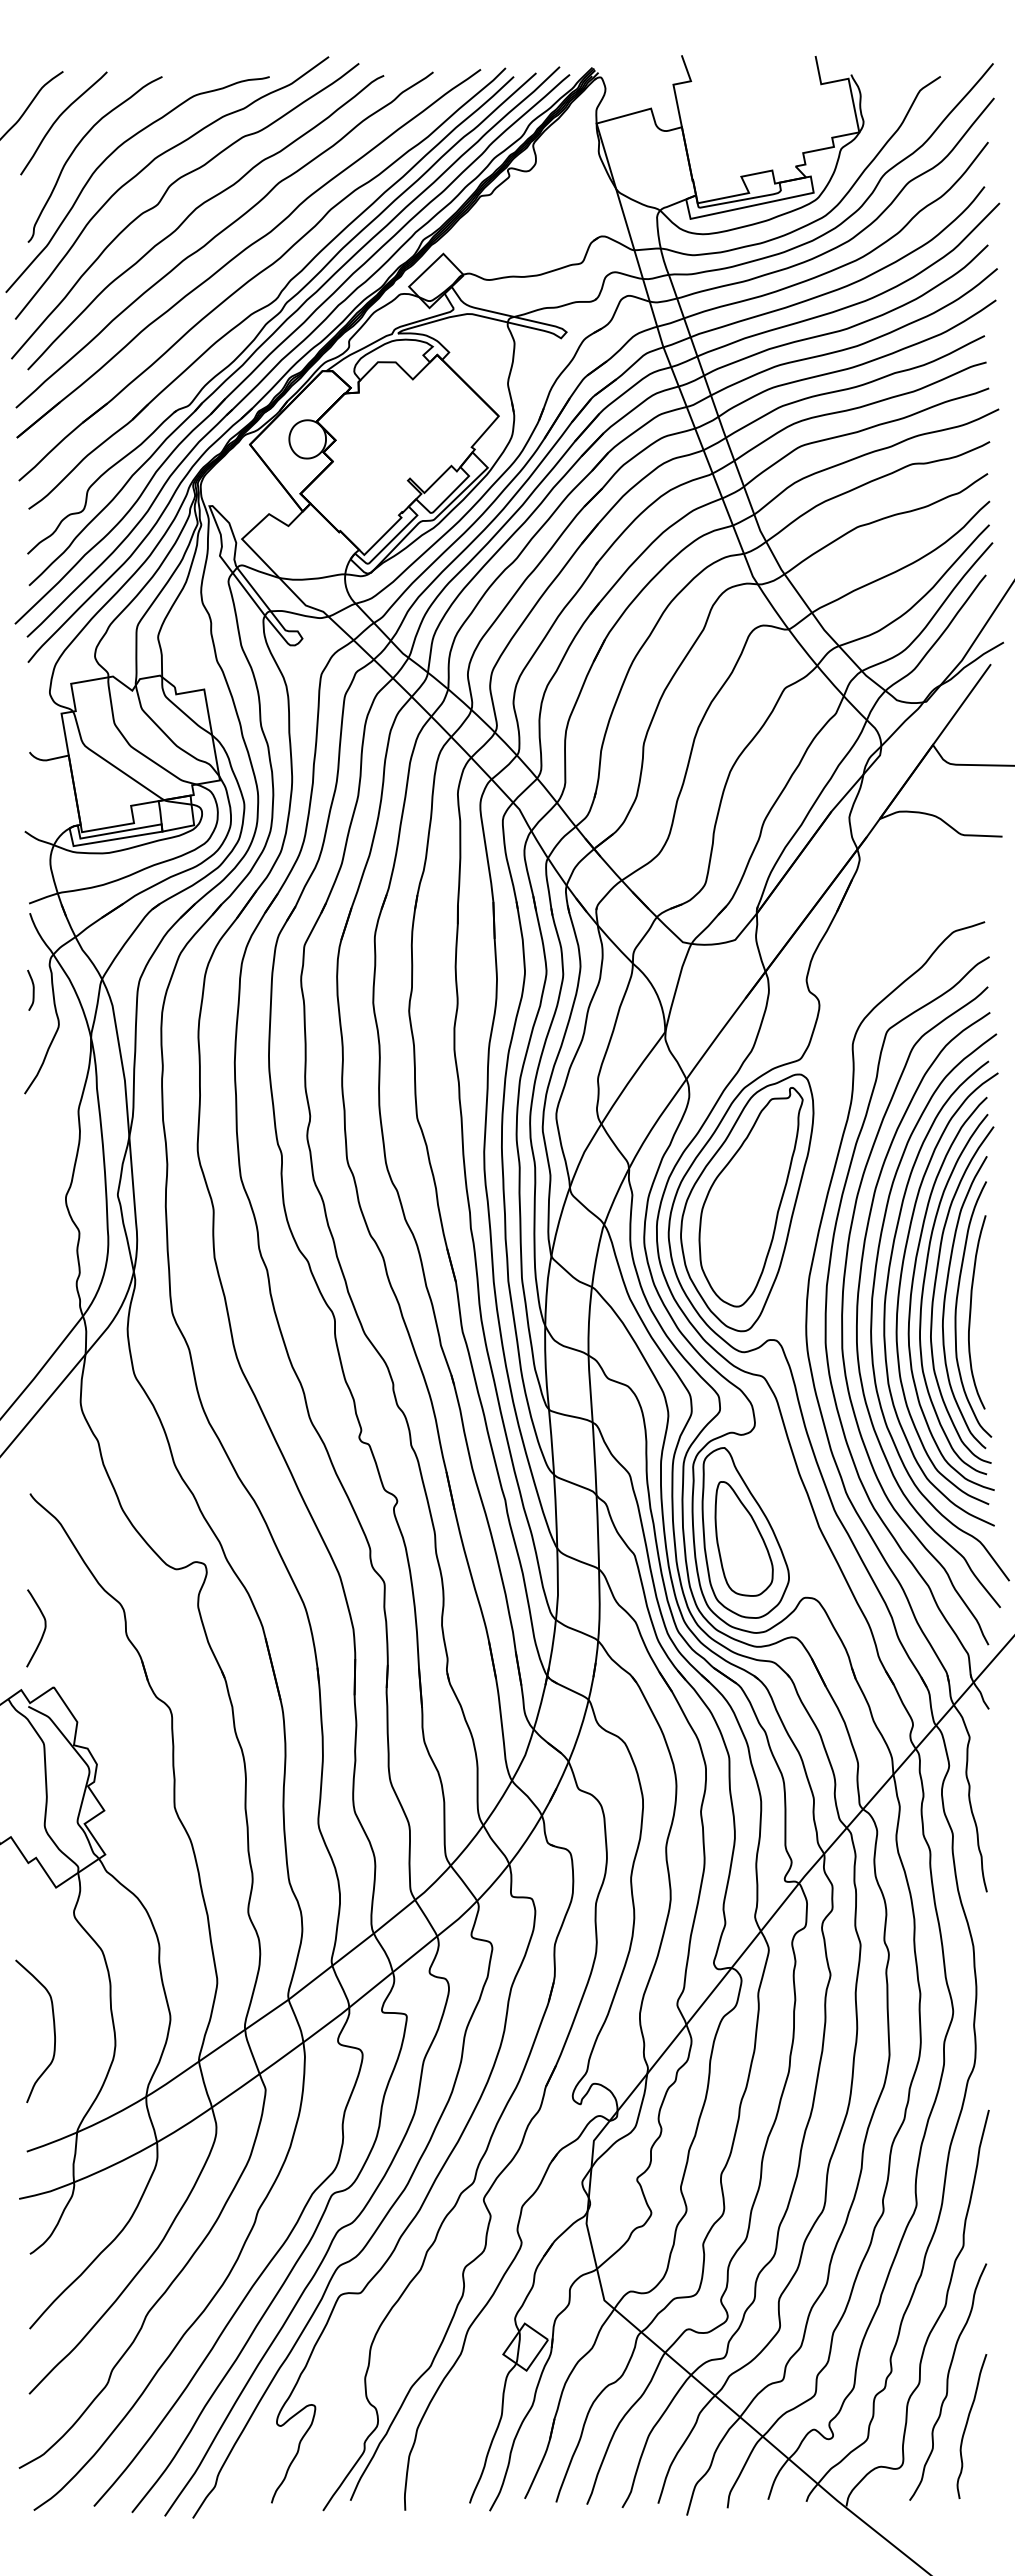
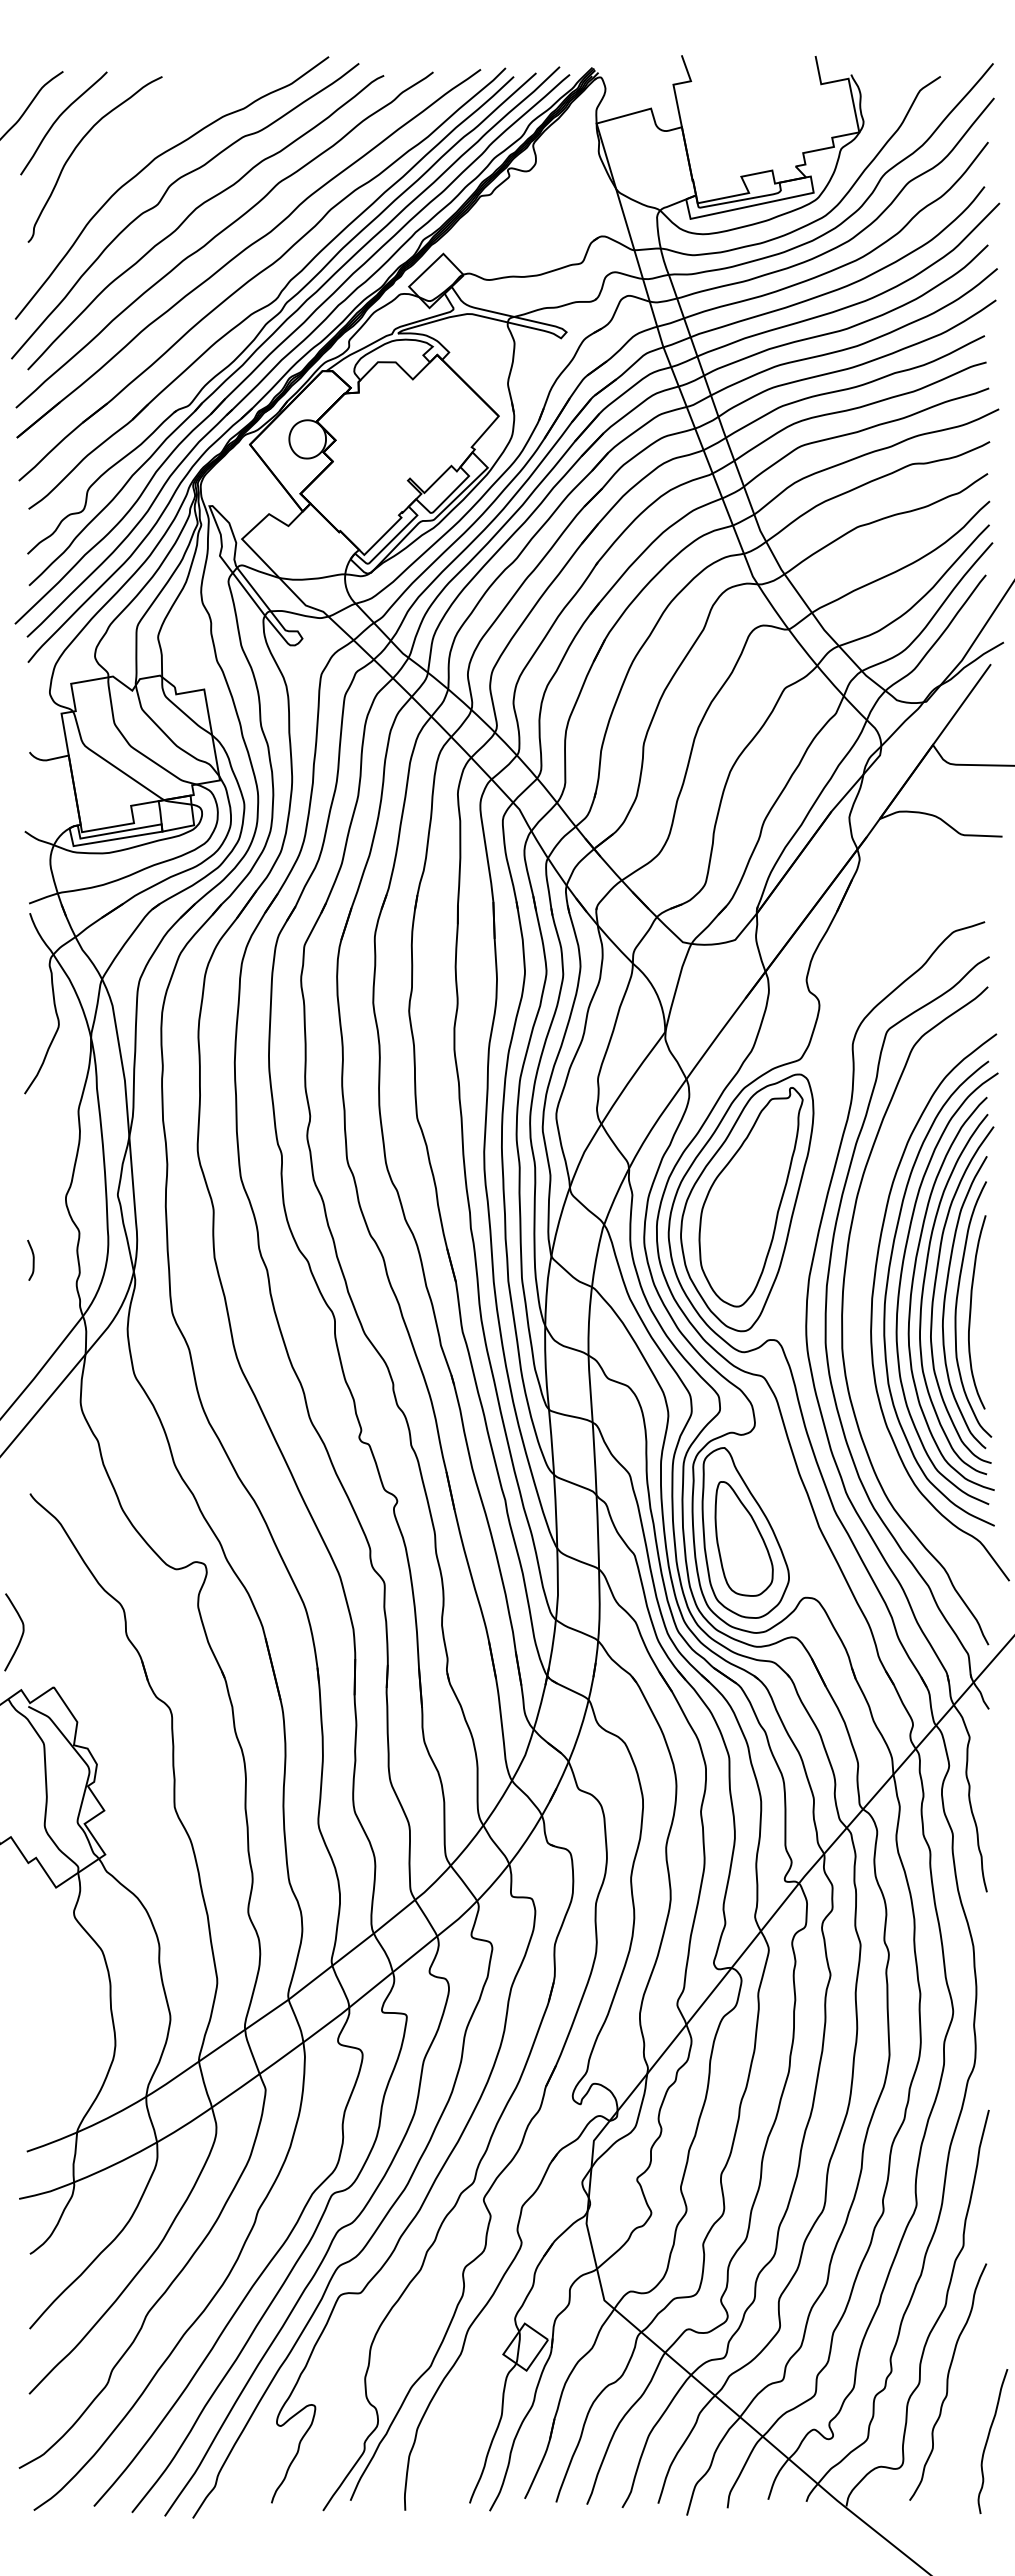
curve at (110, 156): present -> none
curve at (32, 989) position: (32, 989) -> (32, 1259)
curve at (858, 1310): present -> none
curve at (43, 1630) position: (43, 1630) -> (21, 1634)
curve at (53, 2031): present -> none
curve at (967, 2425) position: (967, 2425) -> (988, 2440)
